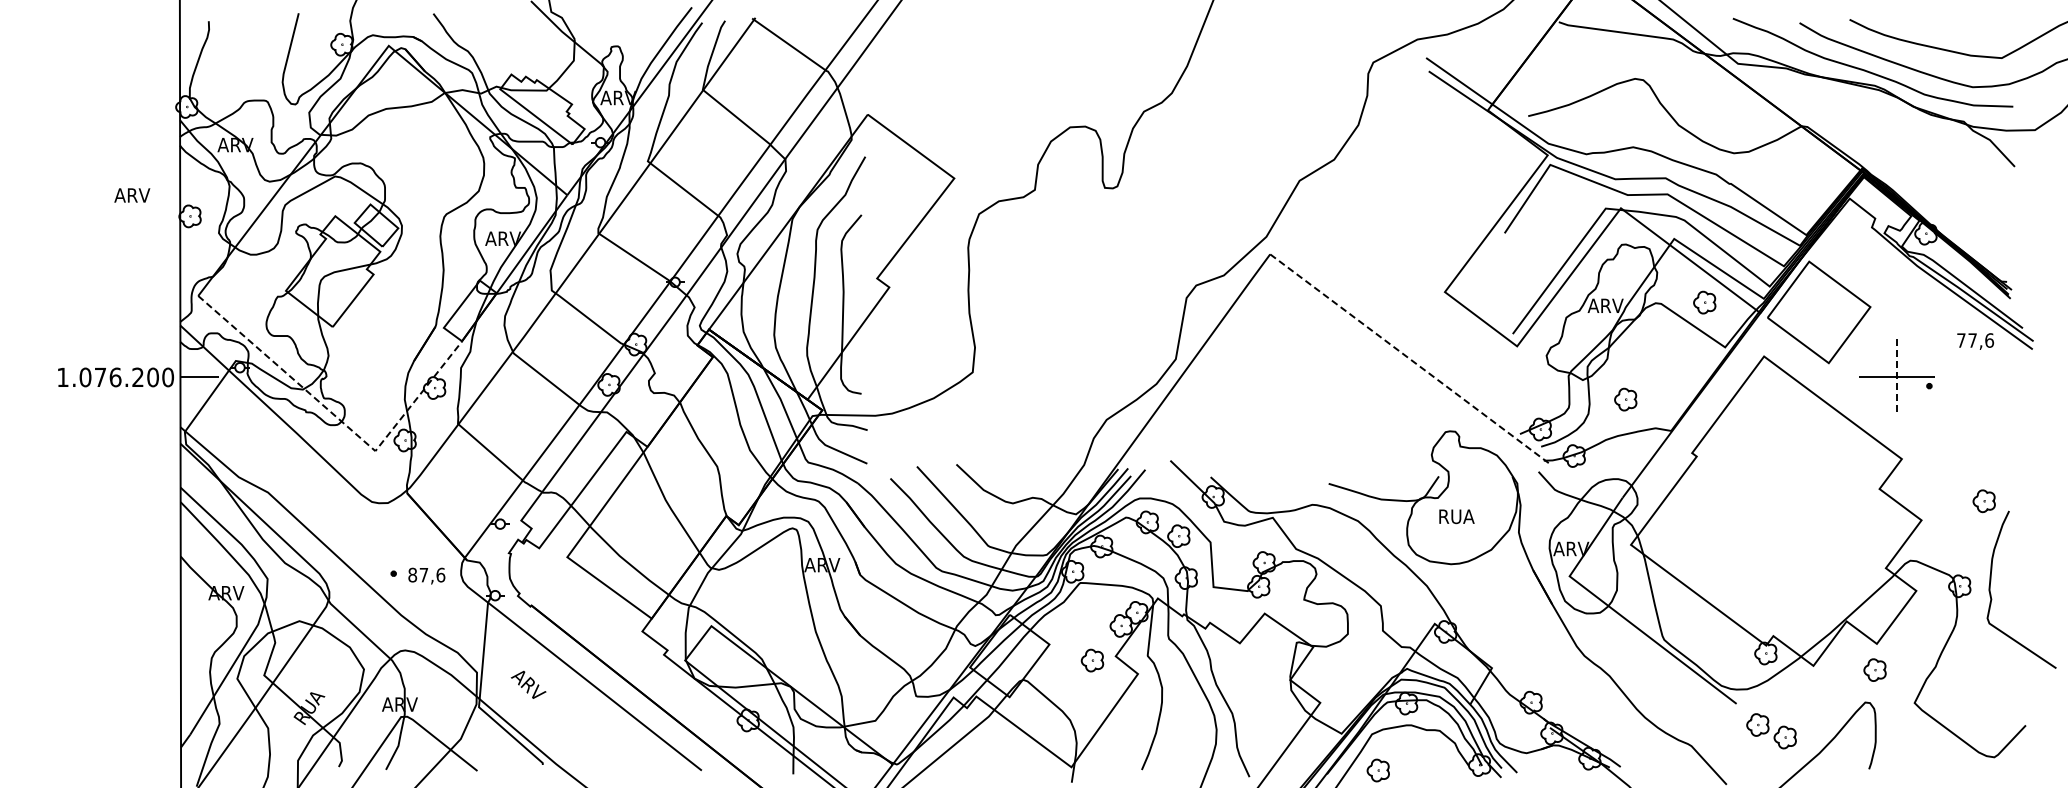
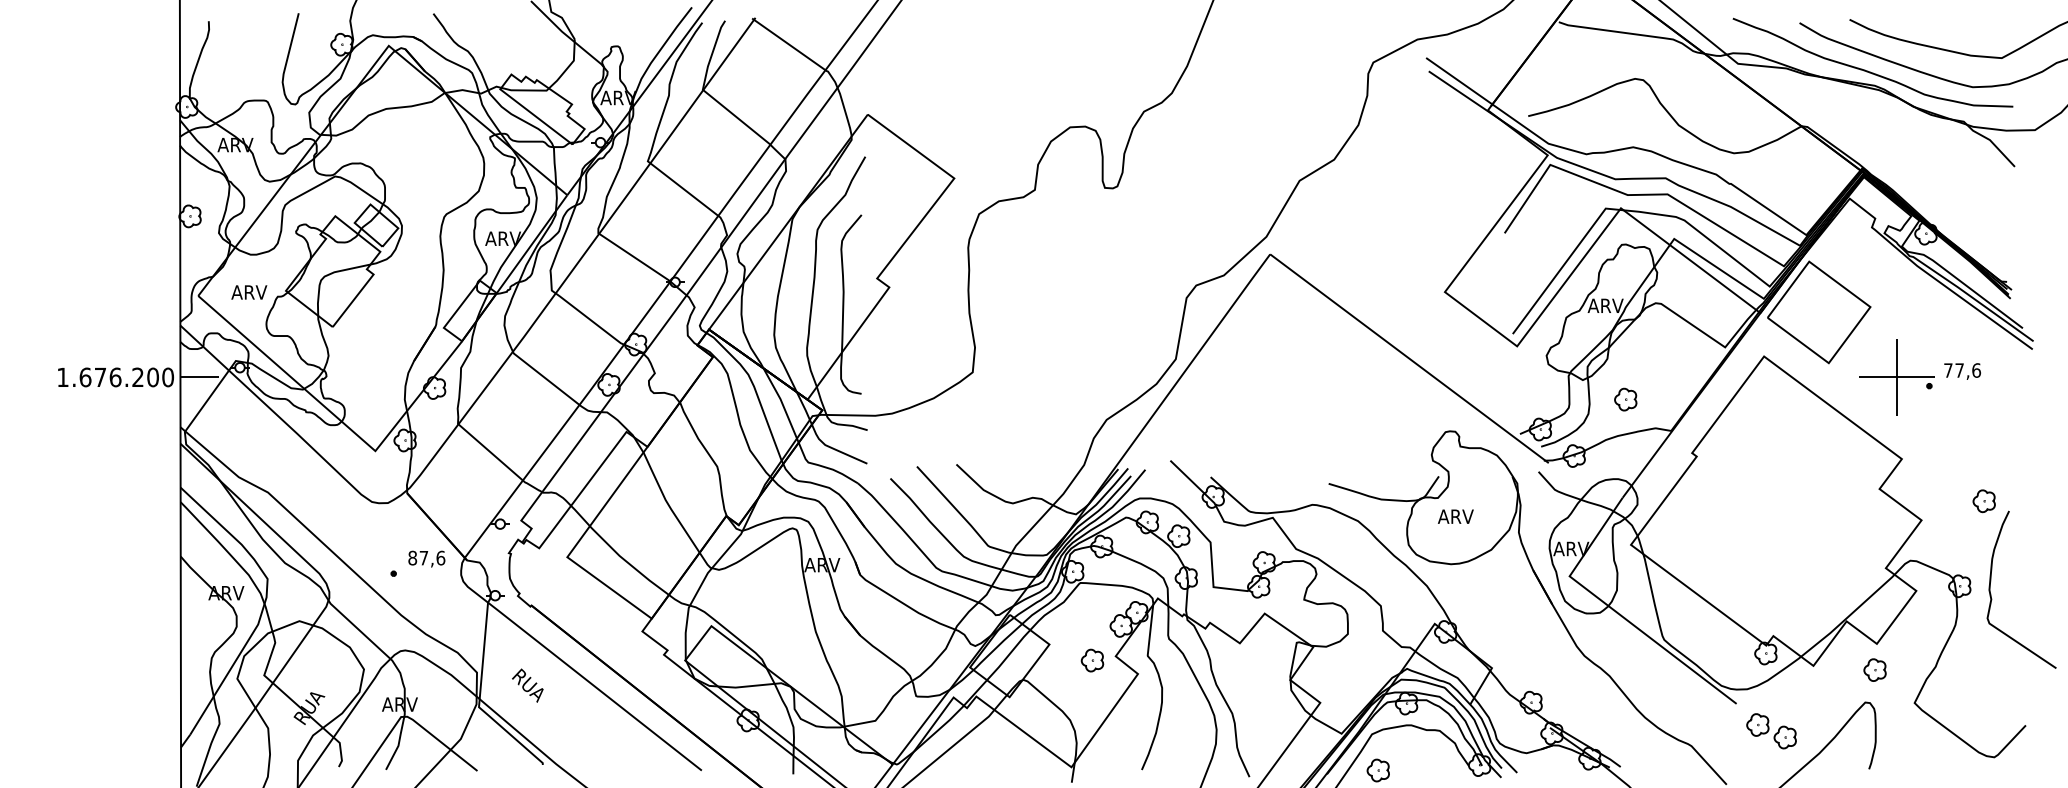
text at (132, 195) position: (132, 195) -> (249, 292)
part at (1704, 302): present -> none
text at (1975, 341) position: (1975, 341) -> (1962, 371)
line at (1409, 358): dashed -> solid
text at (85, 376): 1.076.200 -> 1.676.200
line at (1896, 377): dashed -> solid
line at (340, 420): dashed -> solid
text at (1455, 516): RUA -> ARV
text at (426, 575) position: (426, 575) -> (426, 558)
text at (528, 685): ARV -> RUA
